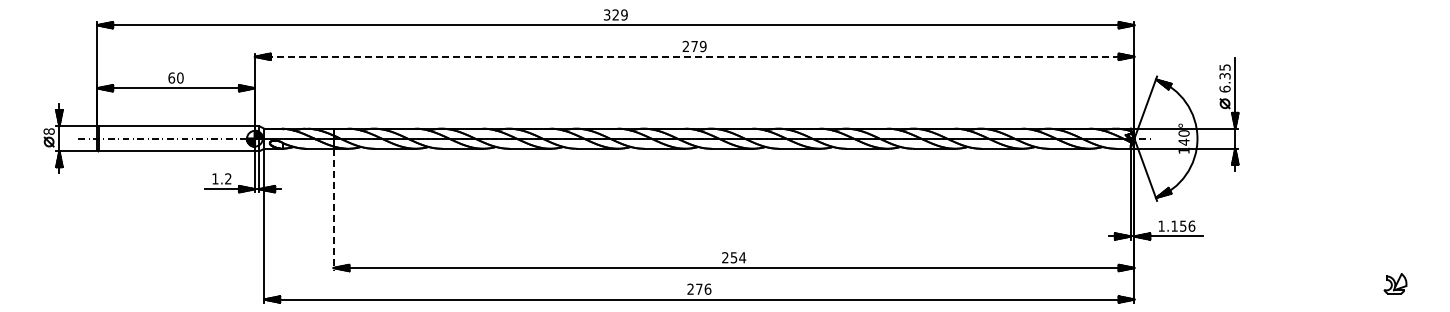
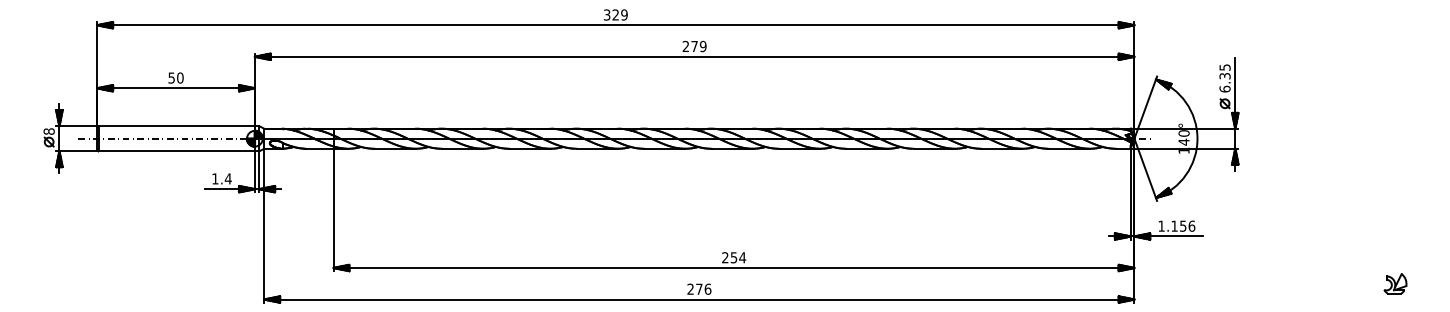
line at (694, 56): dashed -> solid
text at (171, 77): 60 -> 50
text at (227, 178): 1.2 -> 1.4
line at (333, 210): dashed -> solid
